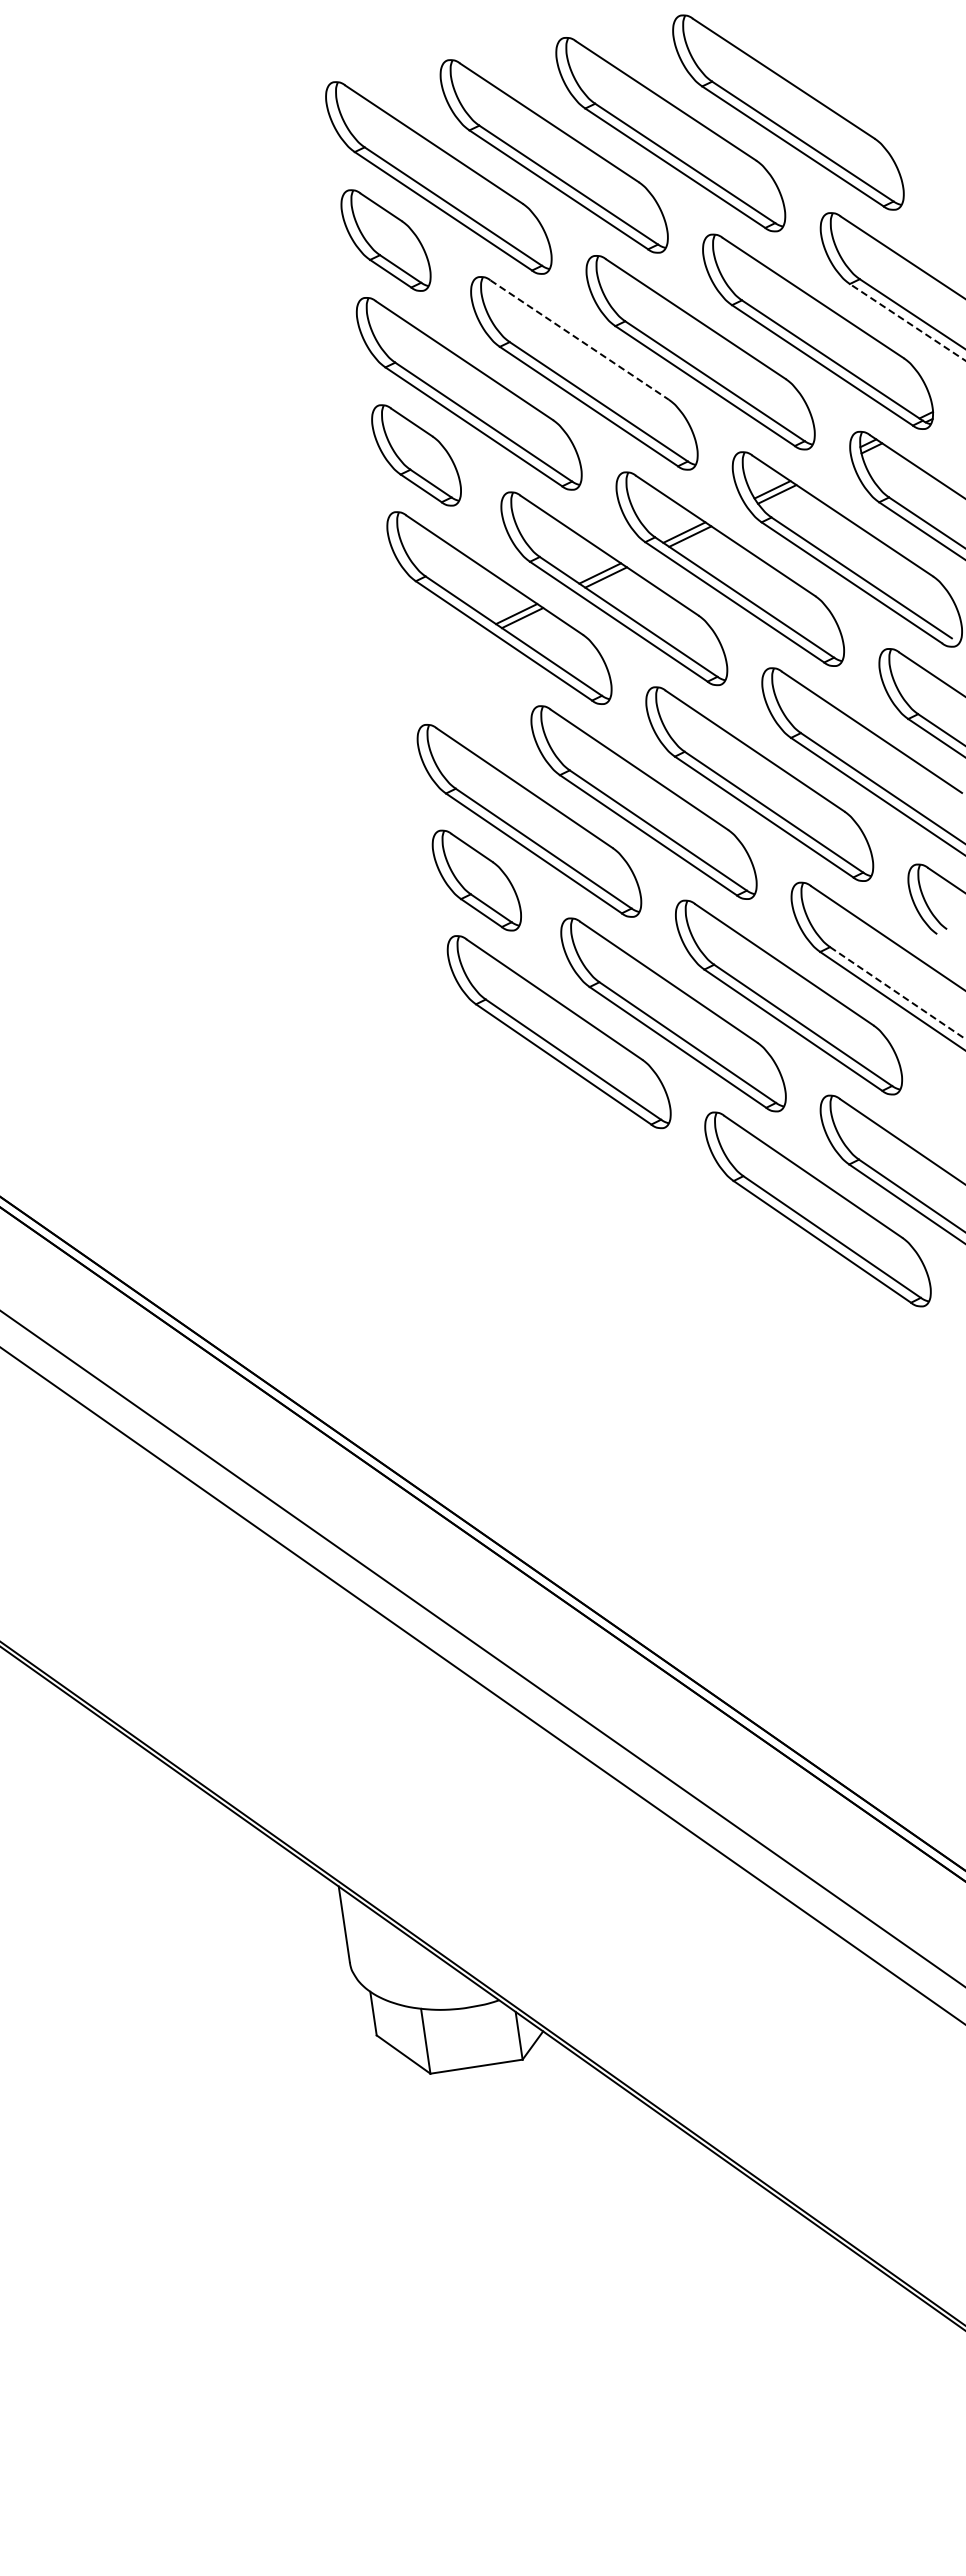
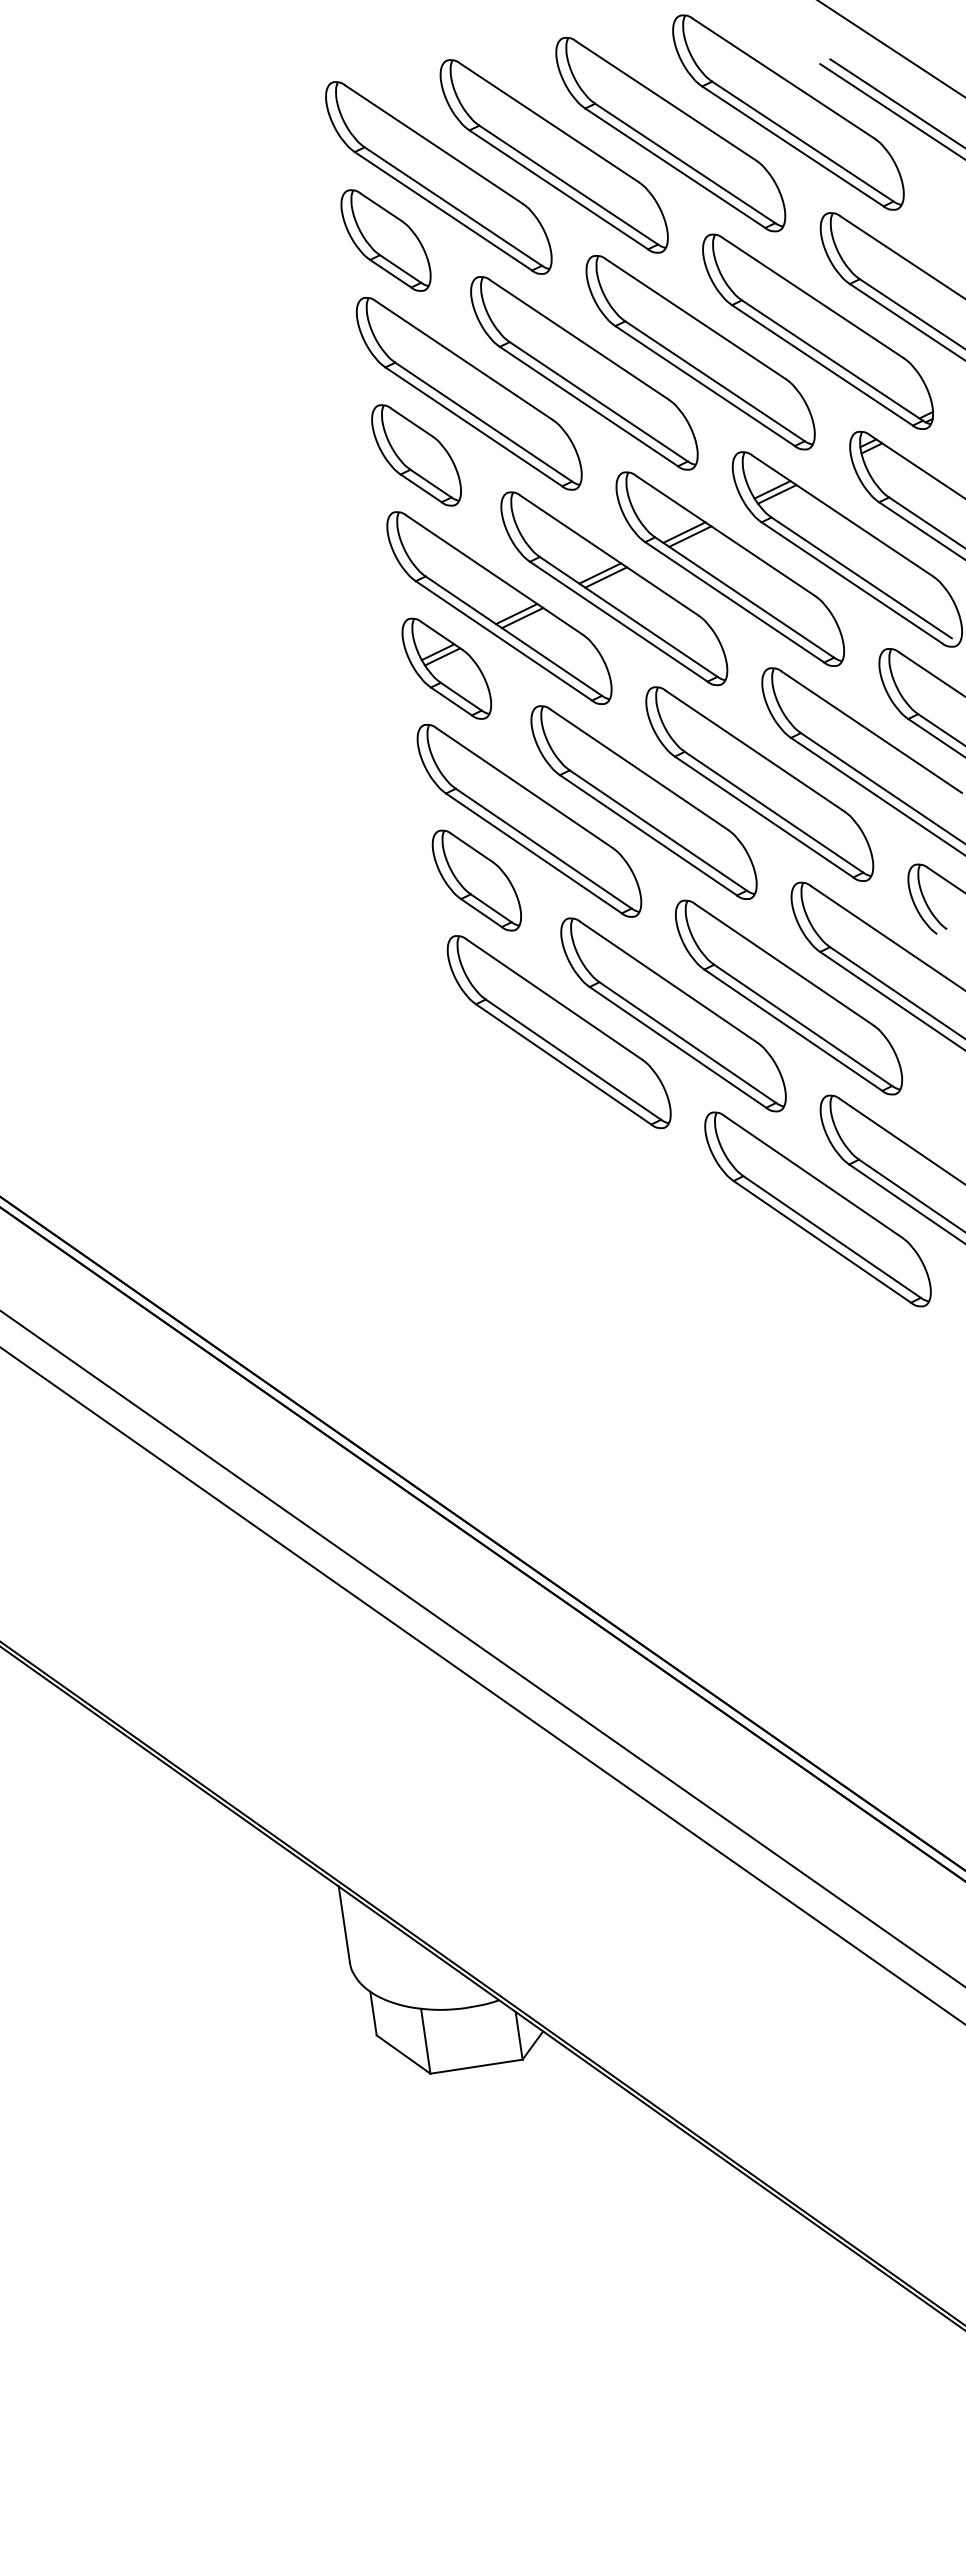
line at (891, 48): none -> present
line at (896, 102): none -> present
line at (891, 111): none -> present
line at (907, 322): dashed -> solid
line at (580, 340): dashed -> solid
part at (446, 668): none -> present
line at (897, 993): dashed -> solid
